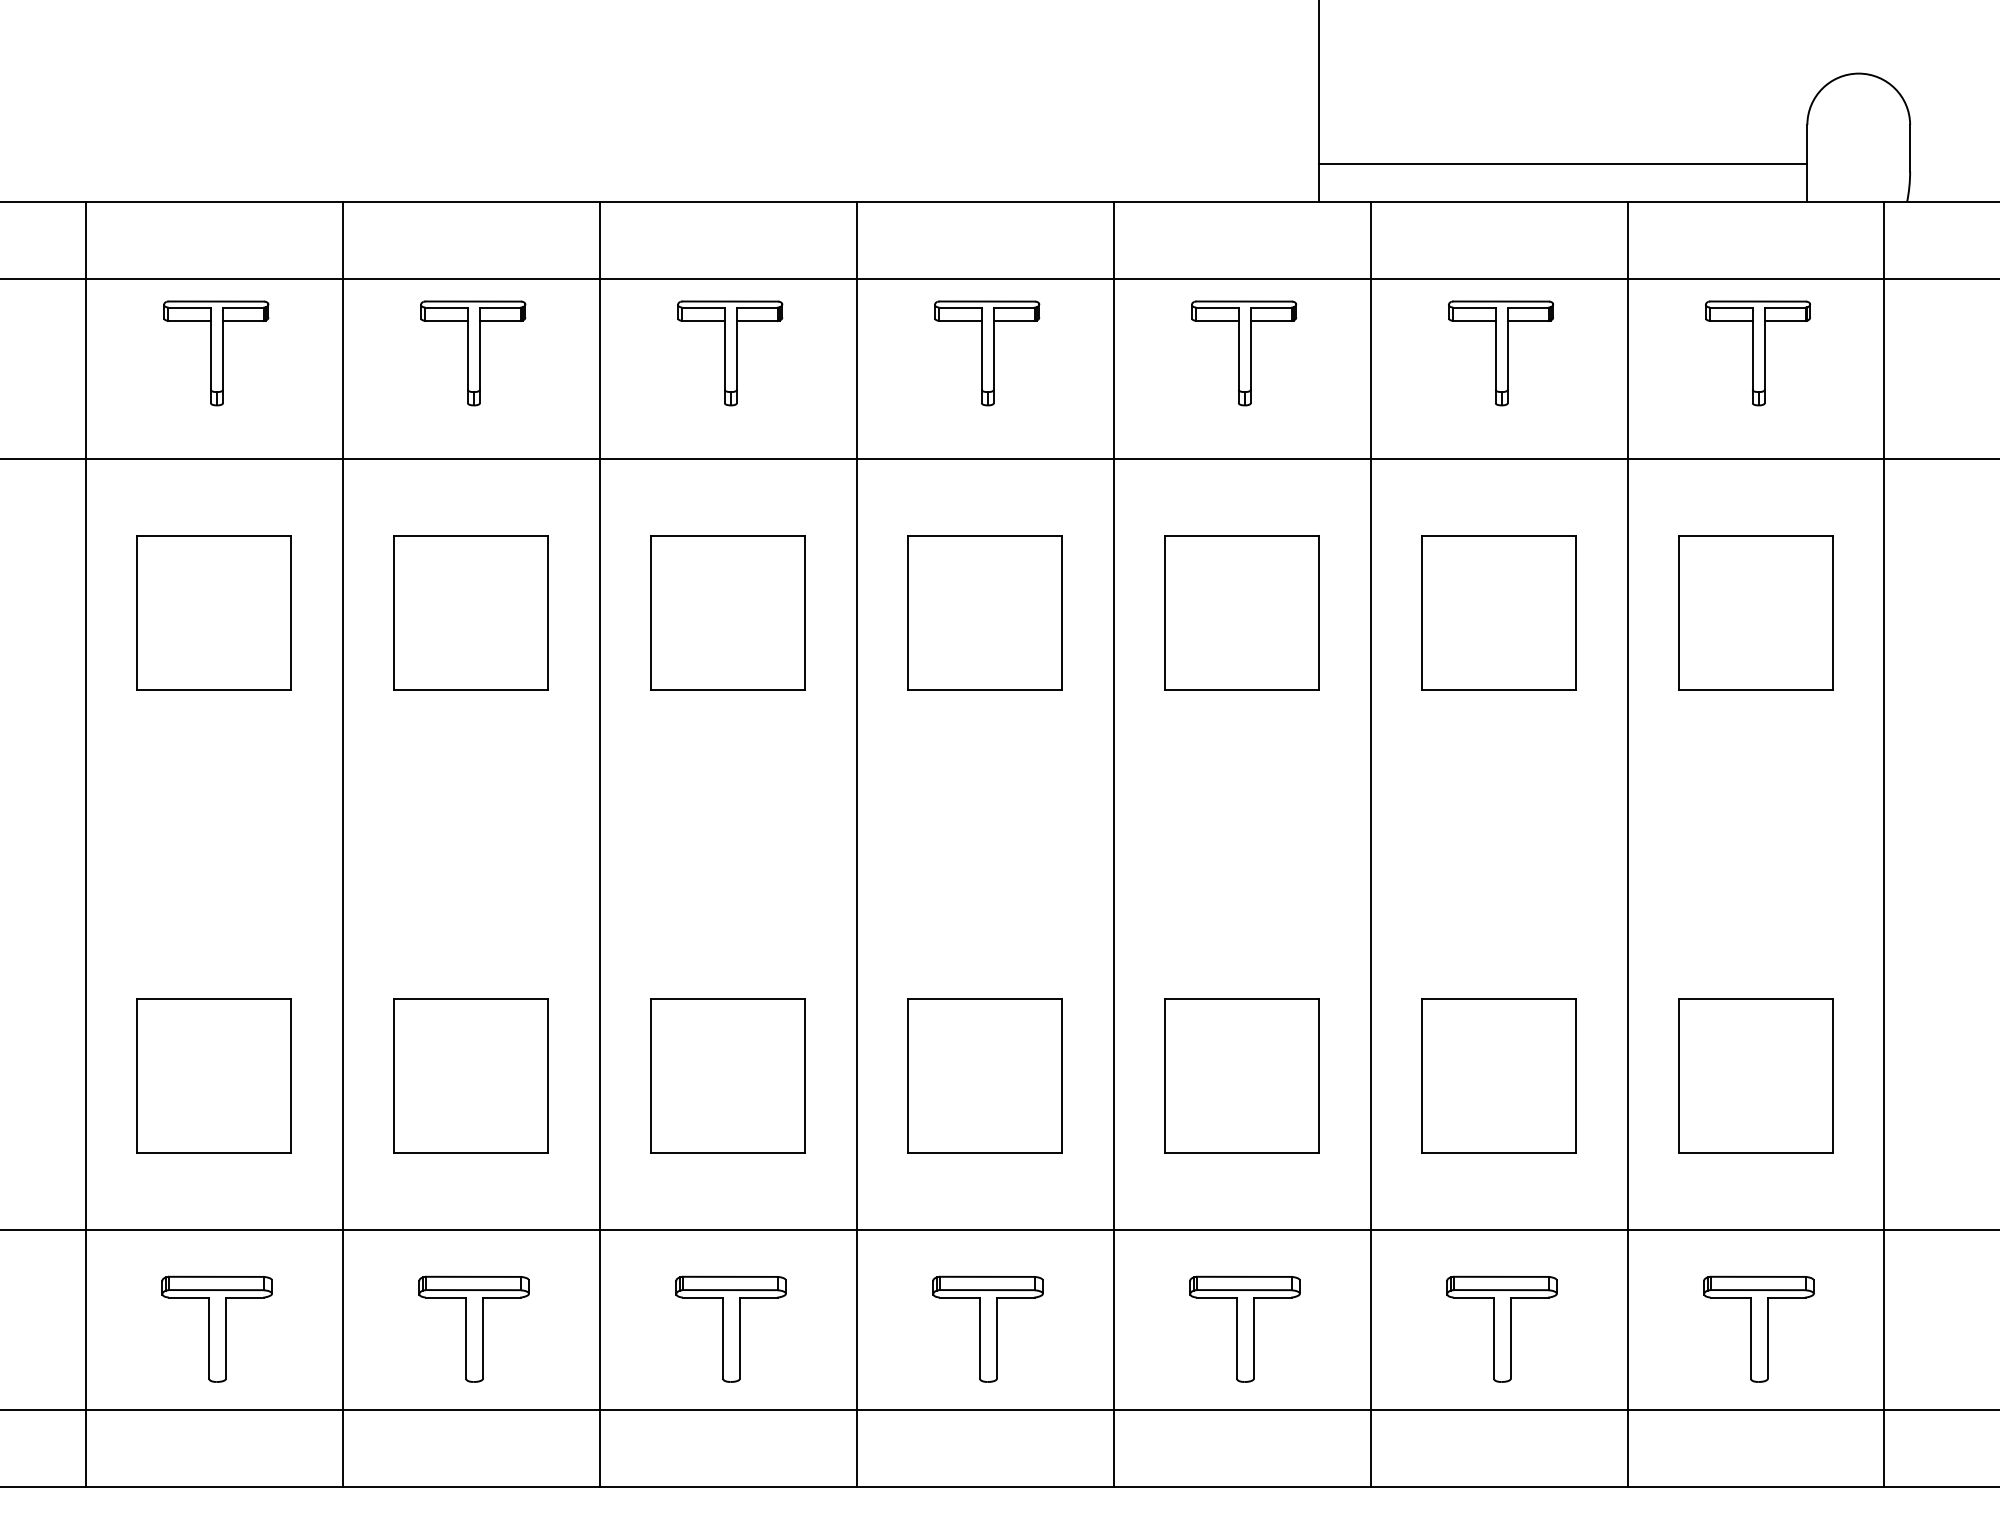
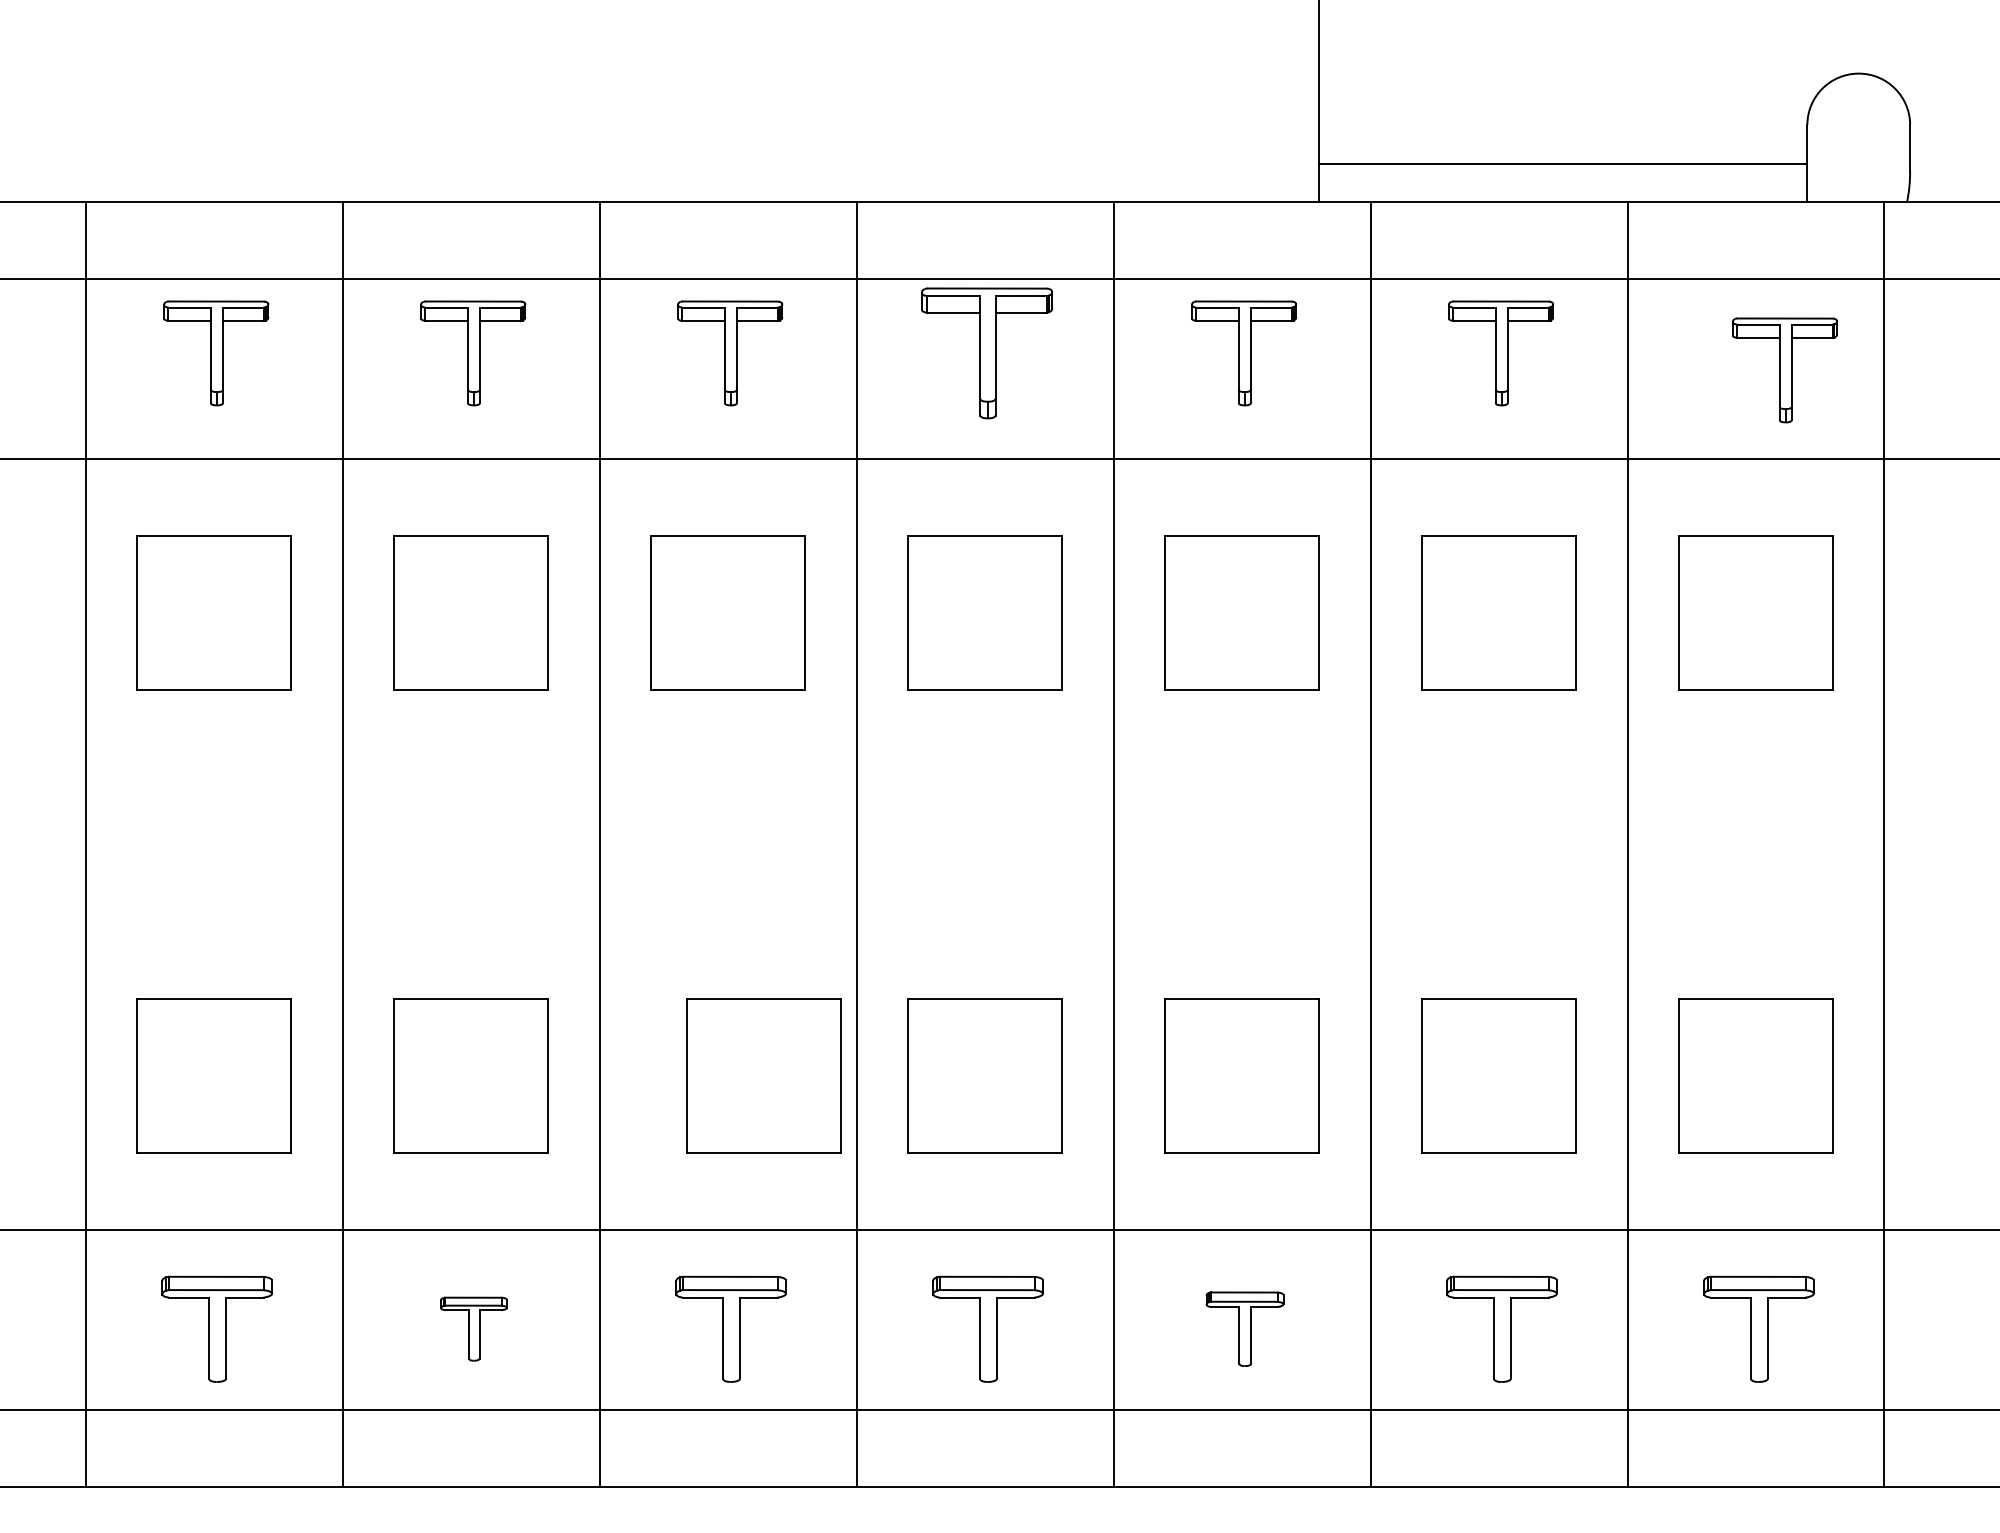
part at (987, 353) size: 107x107 px -> 133x133 px
part at (1757, 353) position: (1757, 353) -> (1784, 370)
part at (727, 1075) position: (727, 1075) -> (763, 1075)
part at (473, 1328) size: 112x108 px -> 68x66 px
part at (1244, 1328) size: 112x108 px -> 80x76 px
